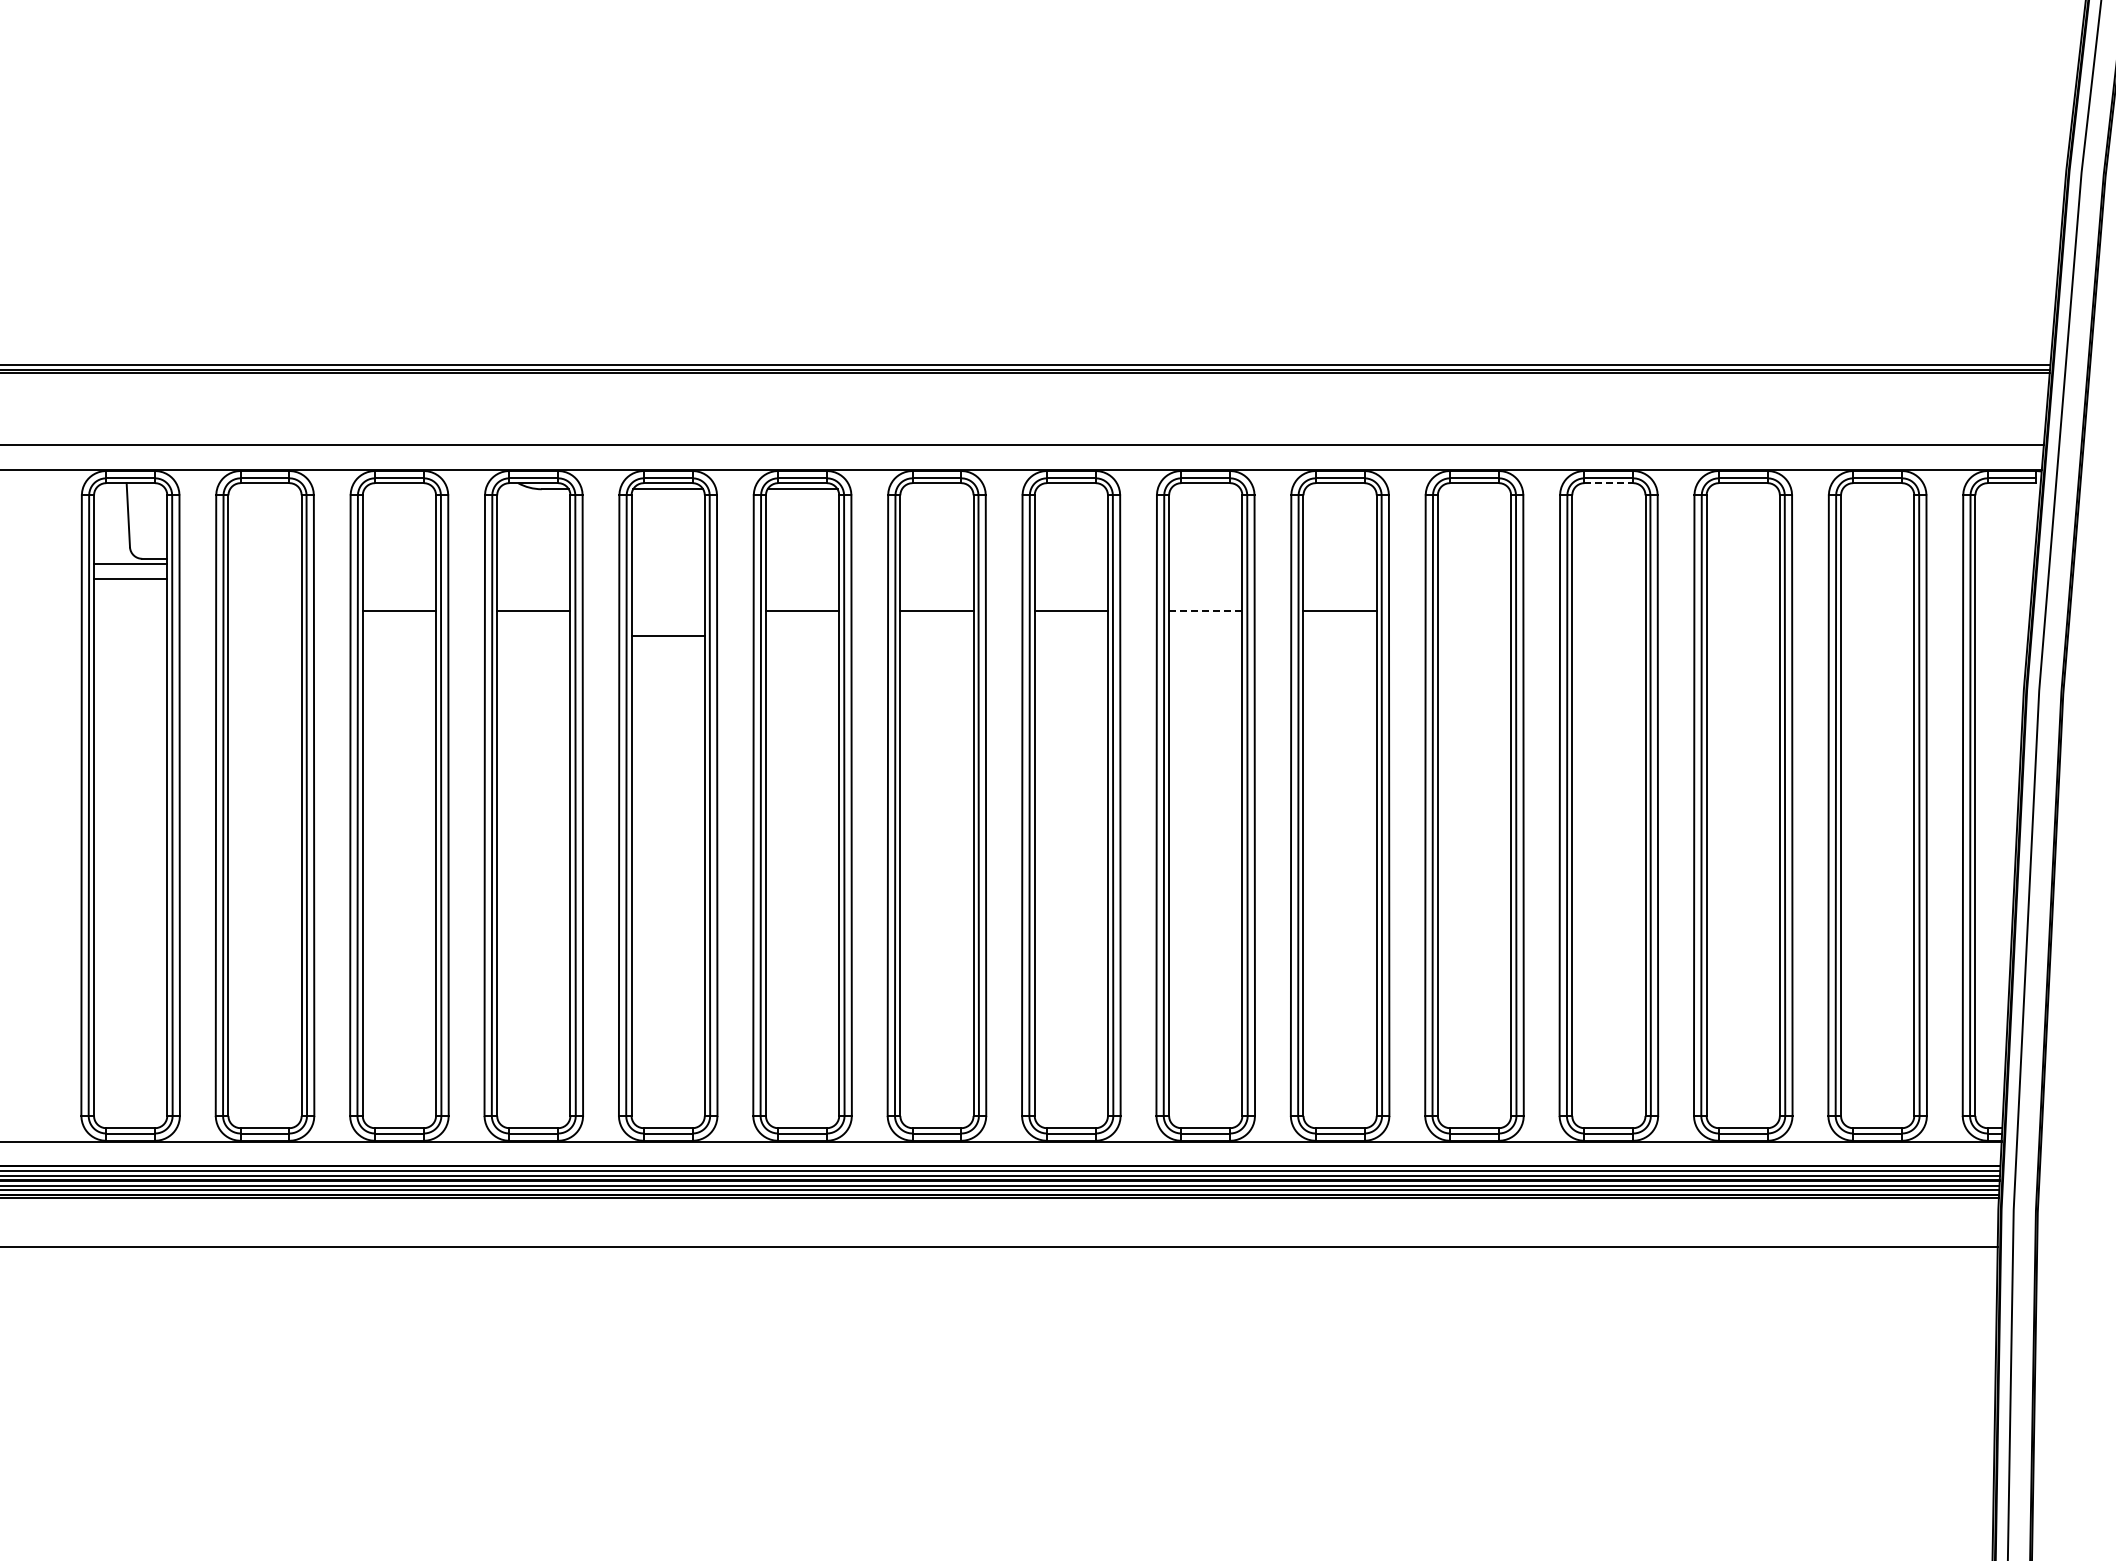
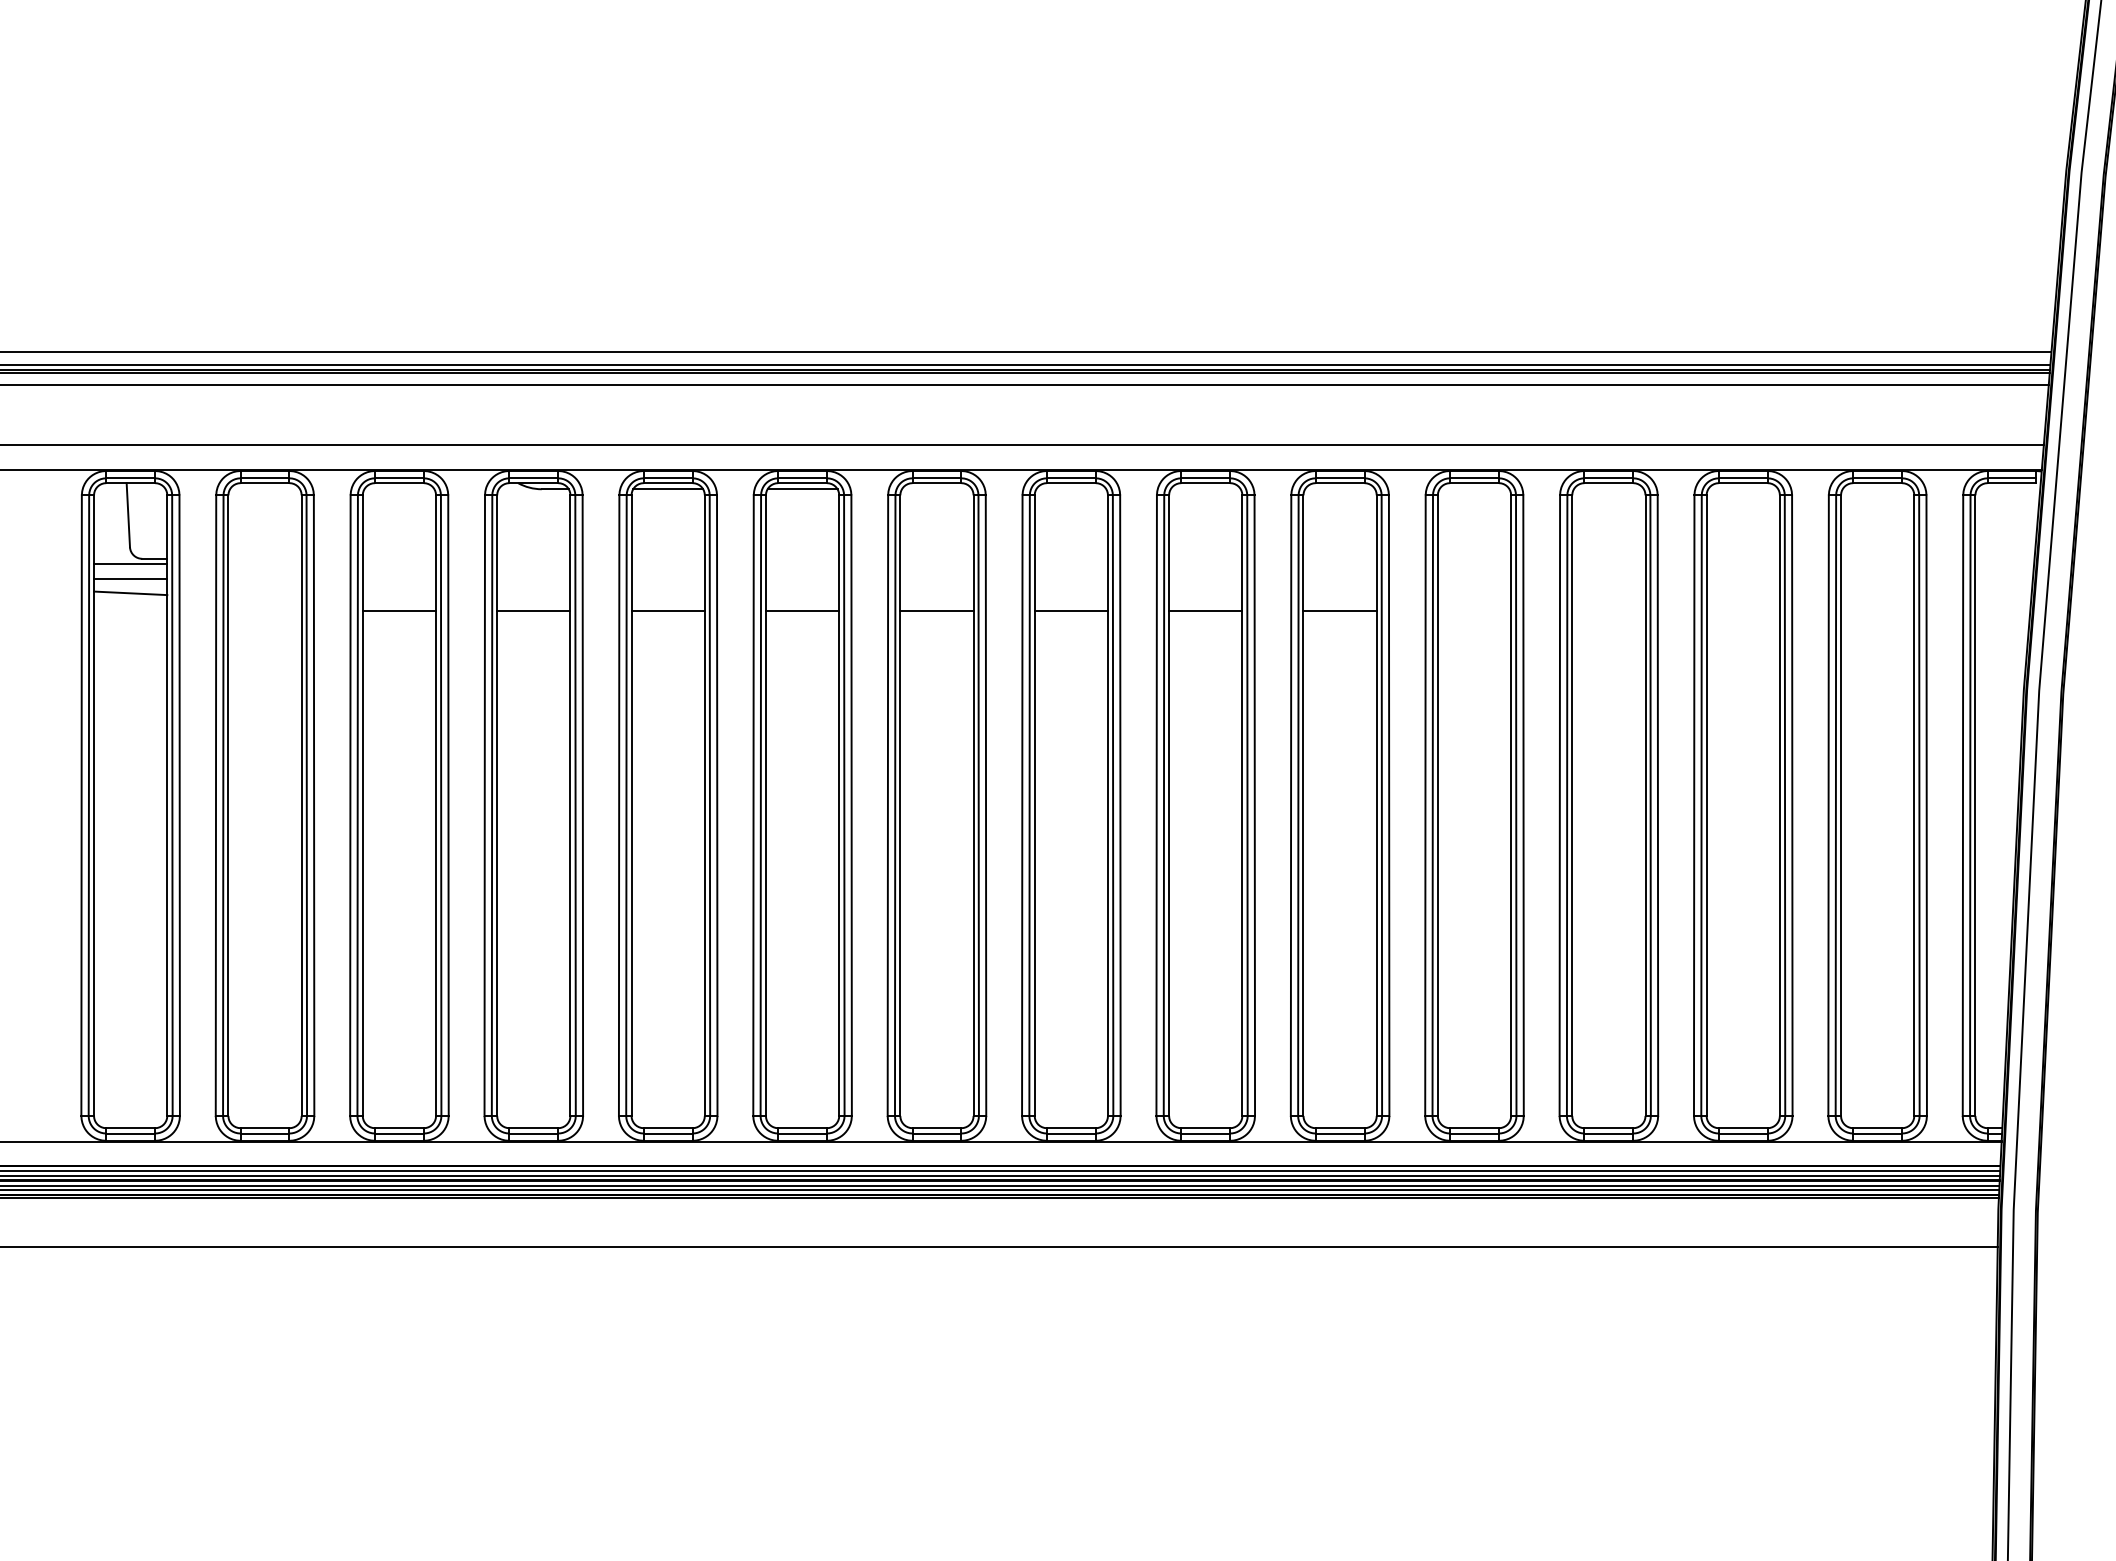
line at (1026, 352): none -> present
line at (1025, 384): none -> present
line at (1609, 483): dashed -> solid
line at (130, 593): none -> present
line at (1205, 611): dashed -> solid
line at (667, 636) position: (667, 636) -> (667, 611)
